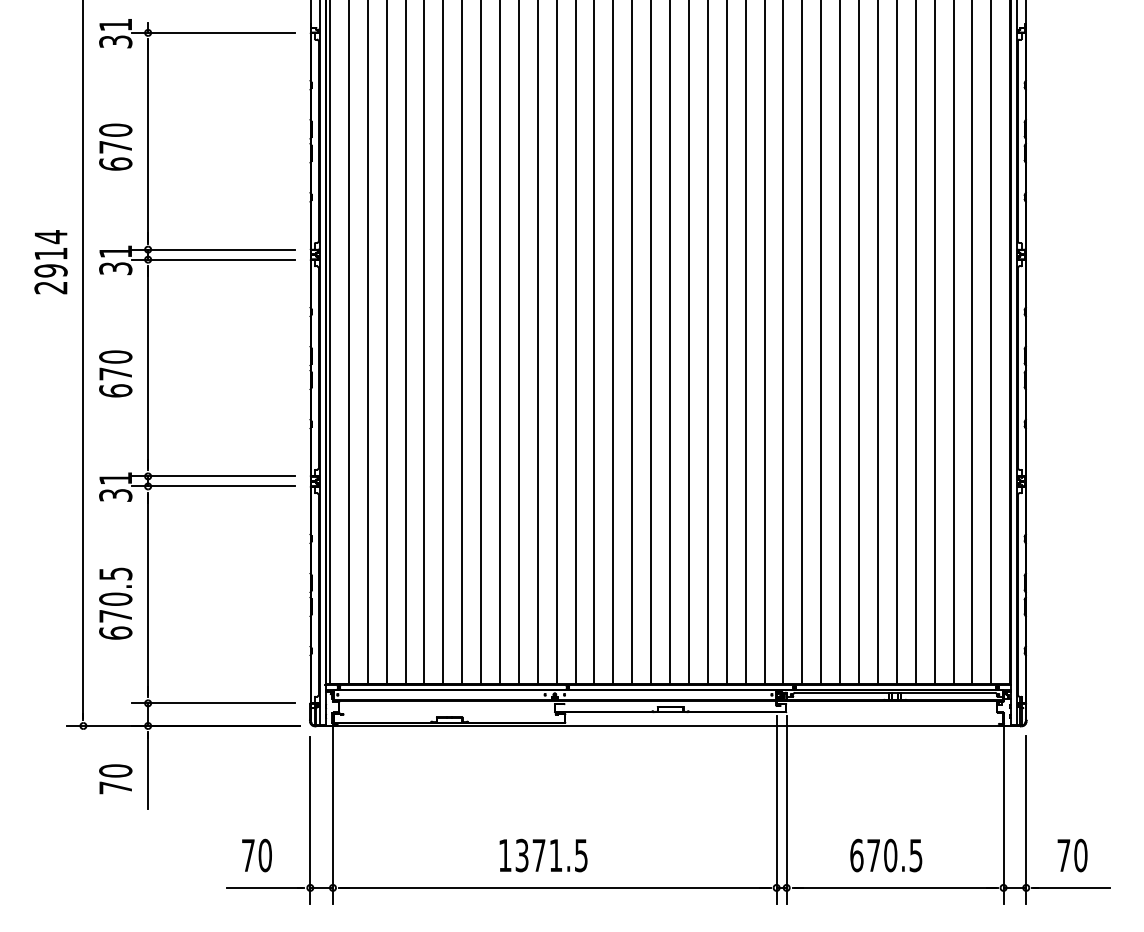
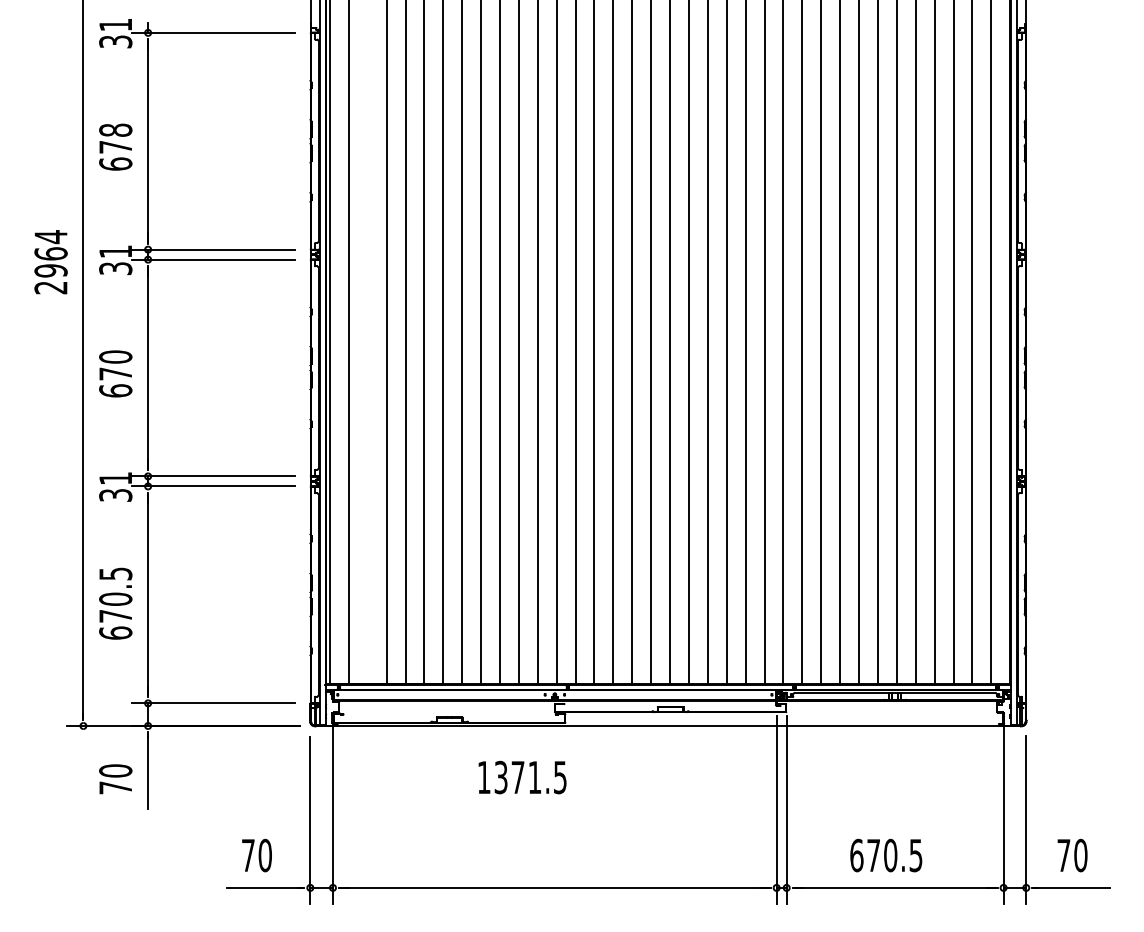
text at (115, 129): 670 -> 678
text at (50, 253): 2914 -> 2964
line at (367, 343): present -> none
text at (543, 855) position: (543, 855) -> (522, 777)
